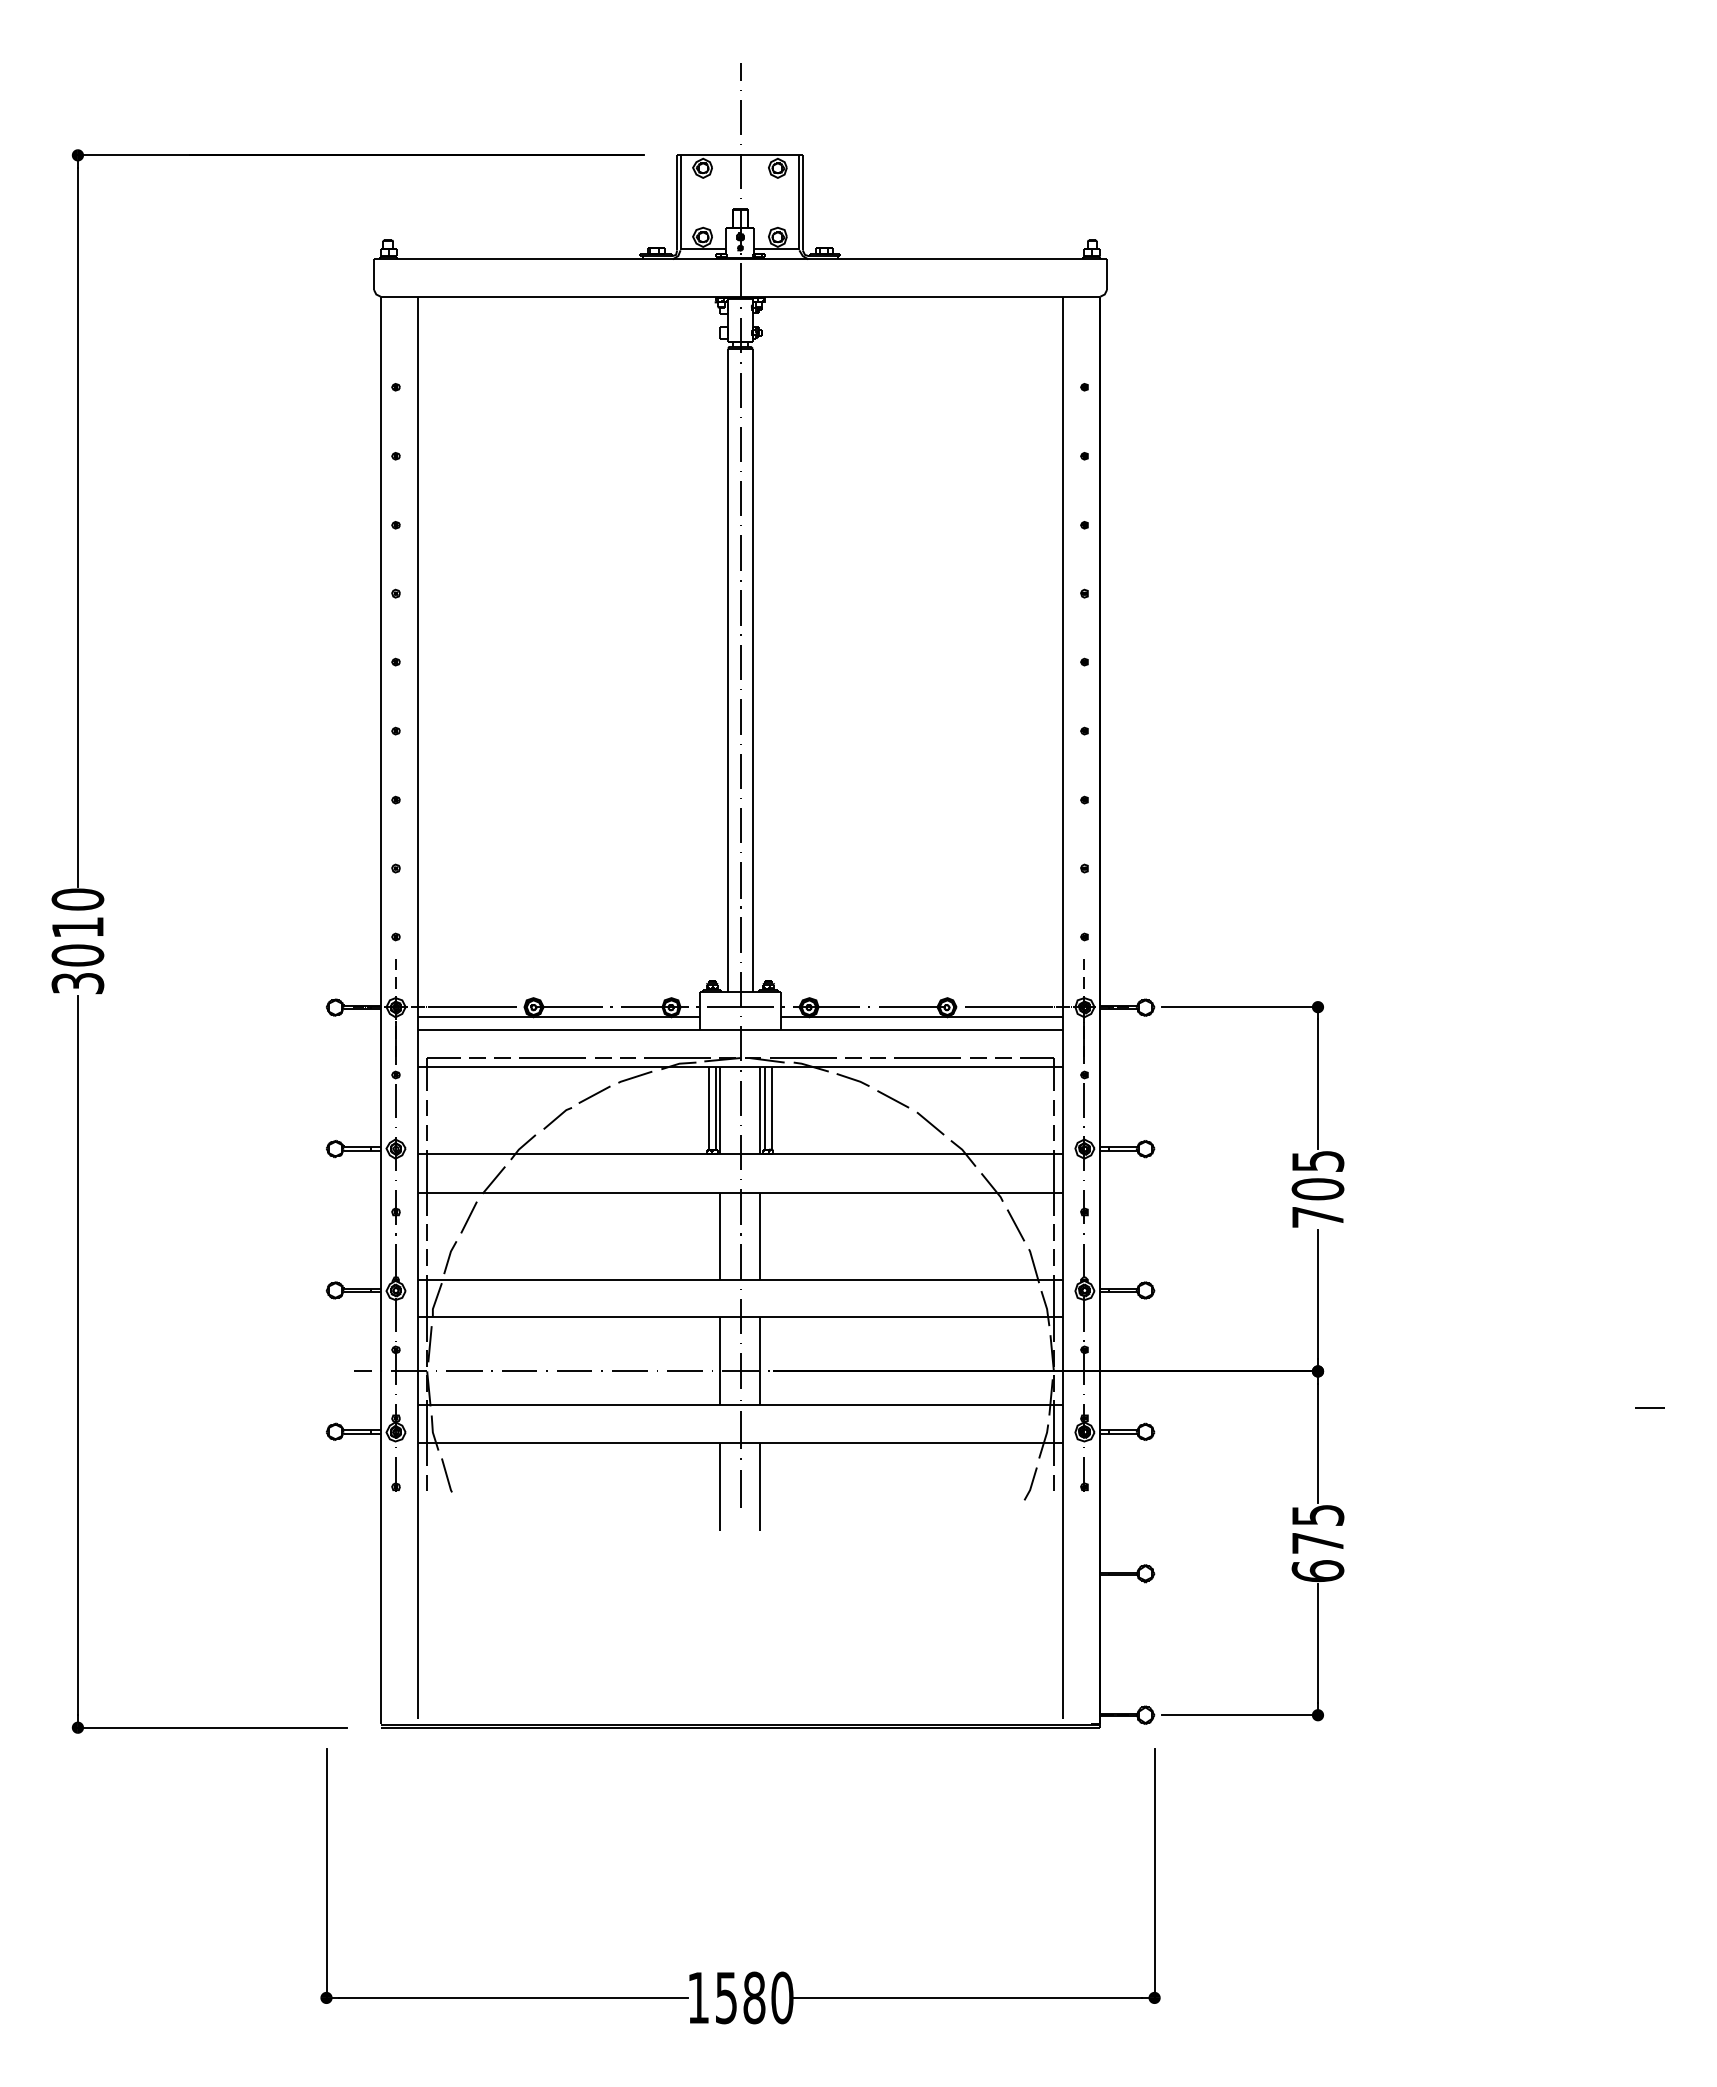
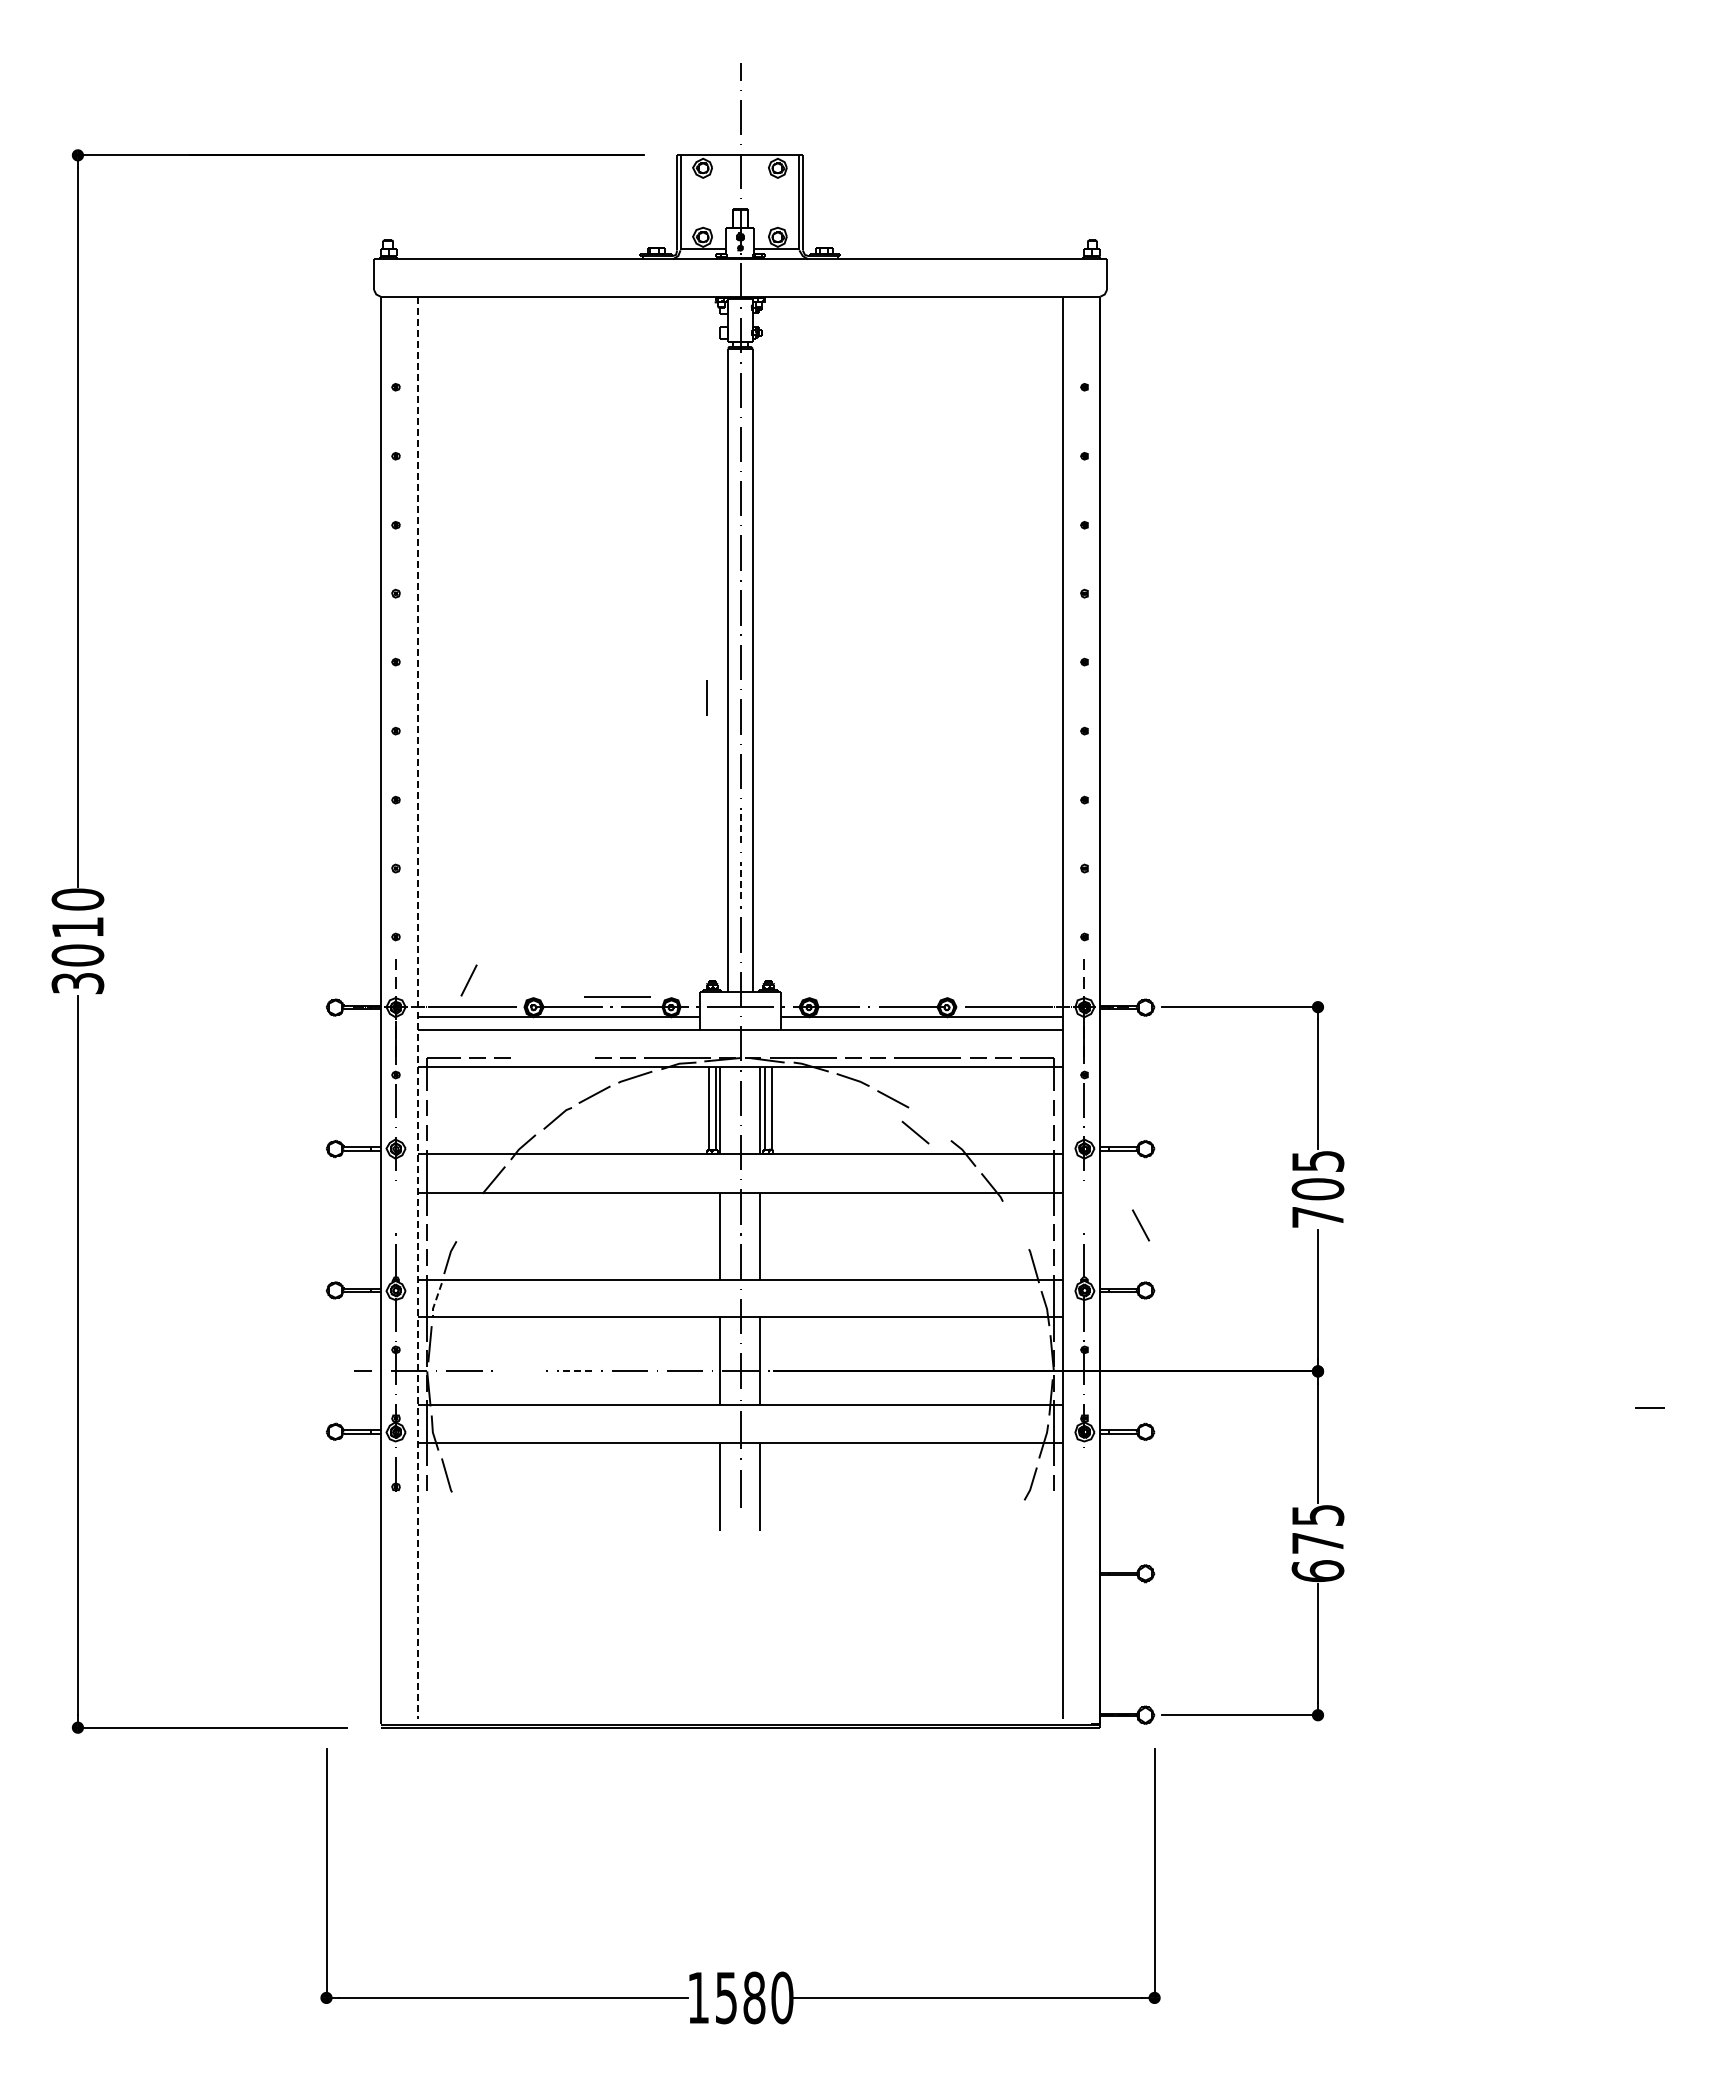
line at (706, 697): none -> present
line at (740, 825): solid -> dashed
line at (740, 879): solid -> dashed
line at (418, 1007): solid -> dashed
line at (552, 1057) position: (552, 1057) -> (617, 996)
line at (930, 1123) position: (930, 1123) -> (915, 1132)
part at (1084, 1206): present -> none
part at (395, 1207): present -> none
line at (468, 1217) position: (468, 1217) -> (468, 980)
line at (1015, 1225) position: (1015, 1225) -> (1140, 1225)
line at (435, 1300): solid -> dashed
line at (519, 1370): present -> none
line at (574, 1371): solid -> dashed
part at (1084, 1474): present -> none
